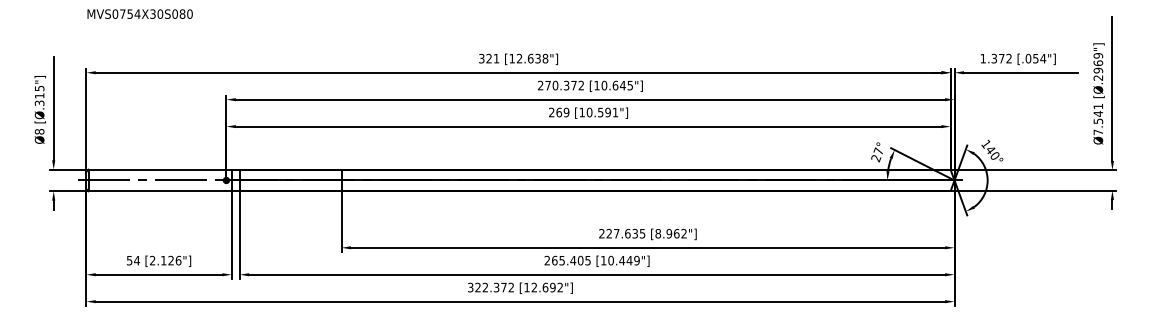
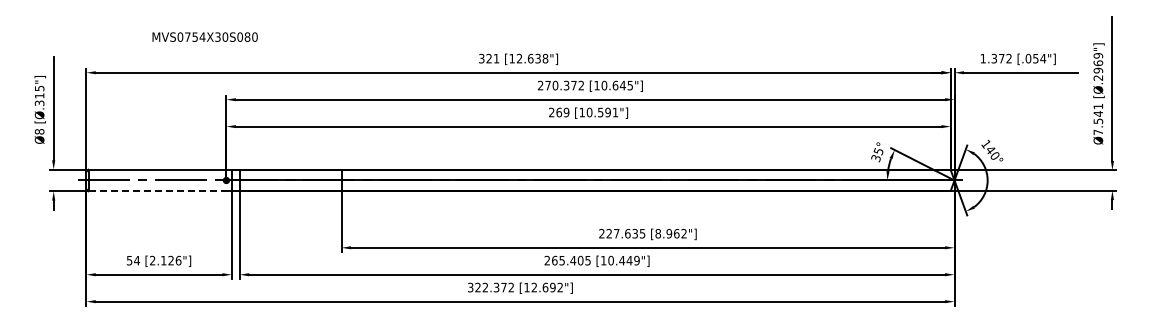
text at (139, 13) position: (139, 13) -> (204, 36)
text at (877, 154): 27° -> 35°
line at (157, 191): solid -> dashed
